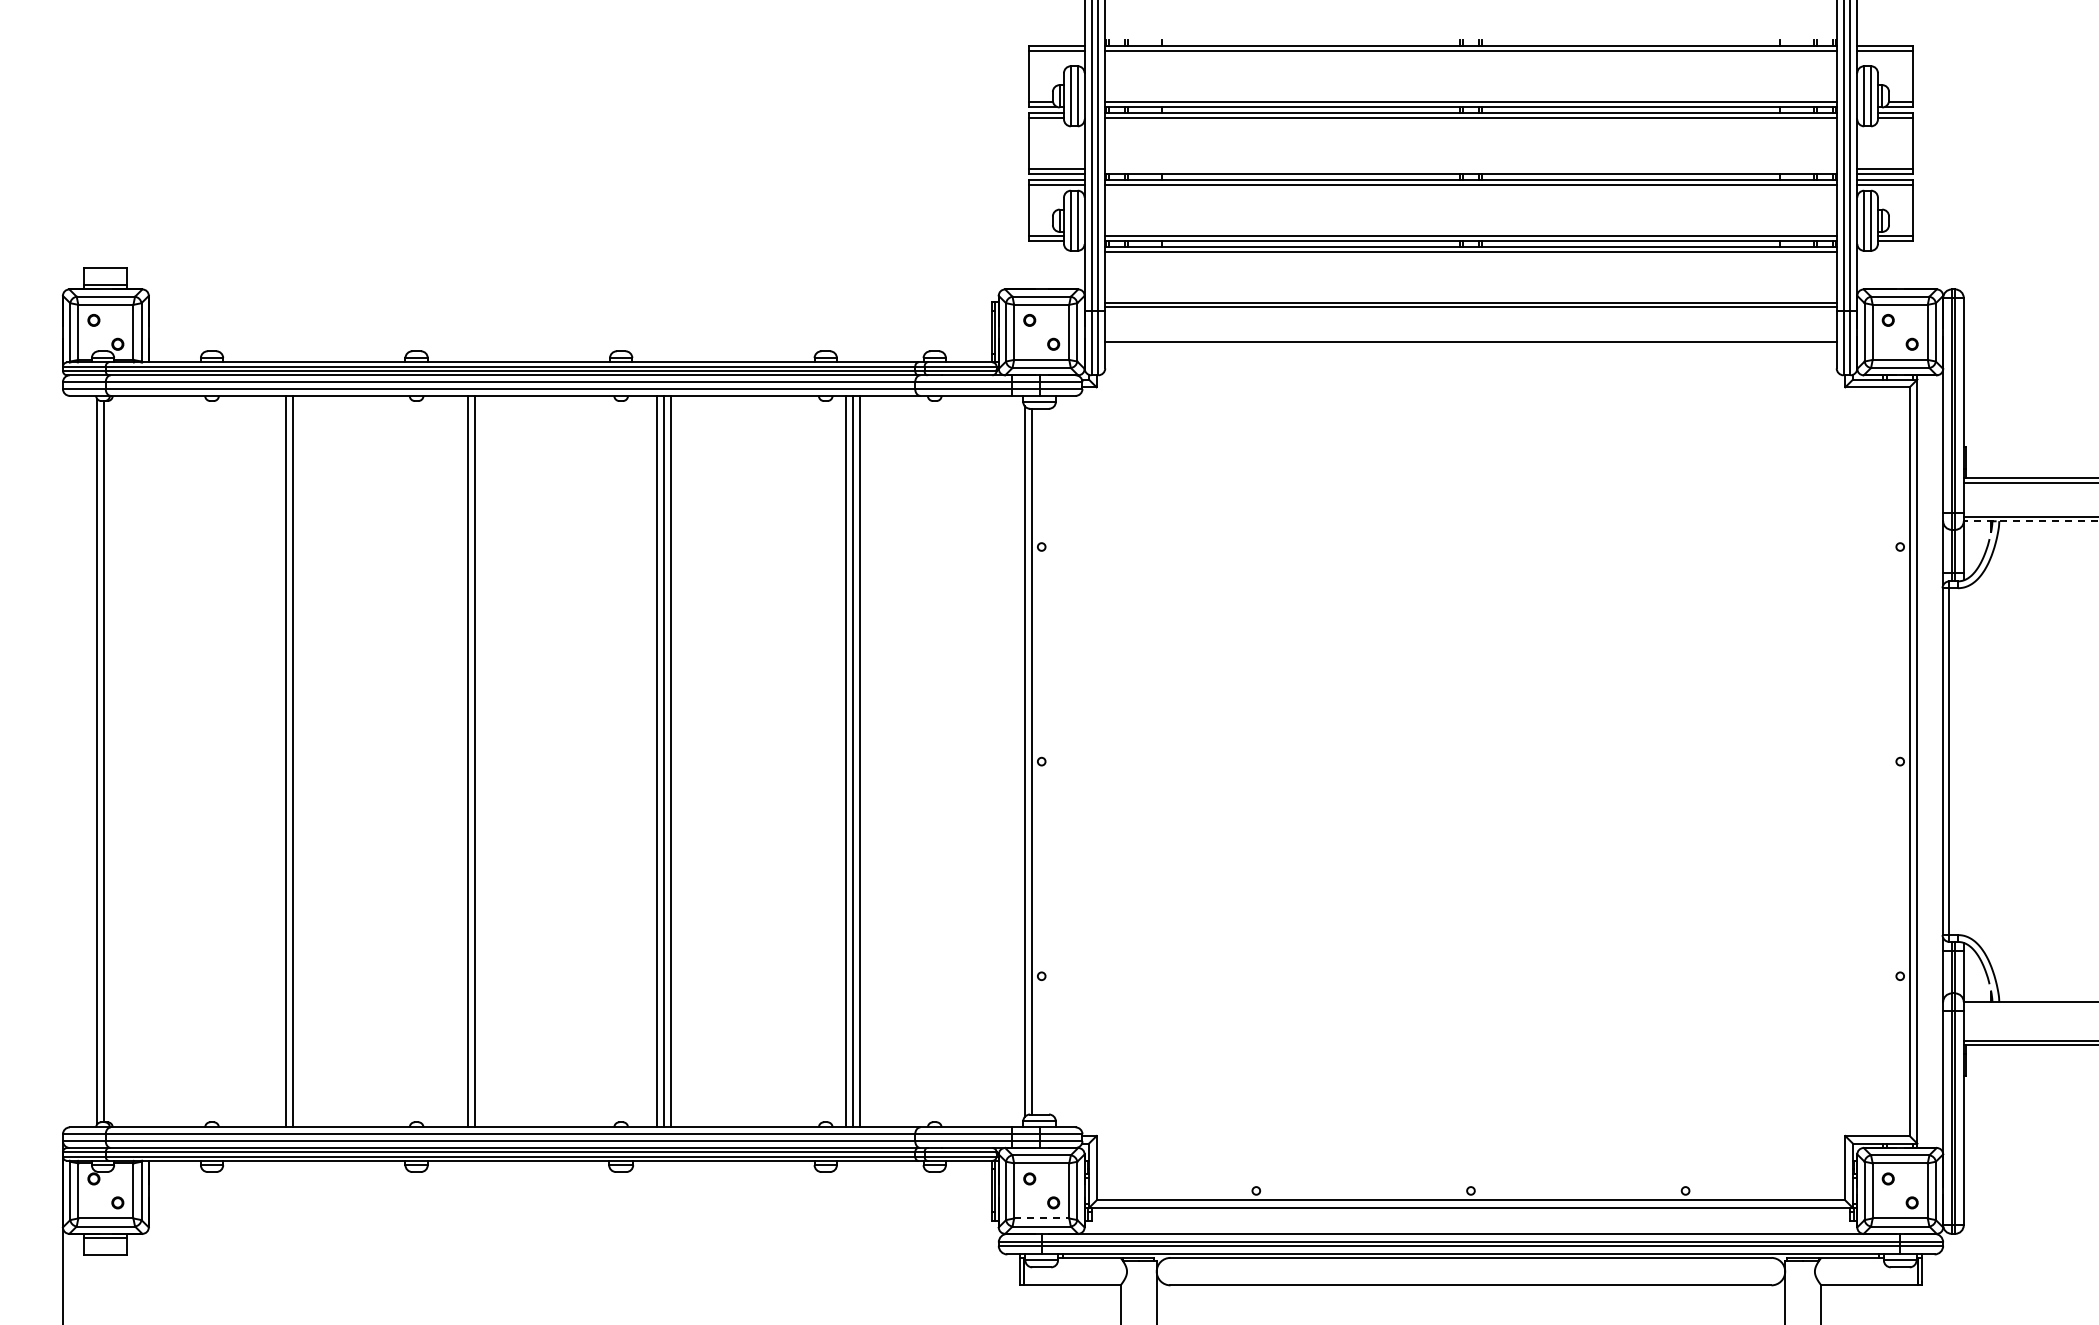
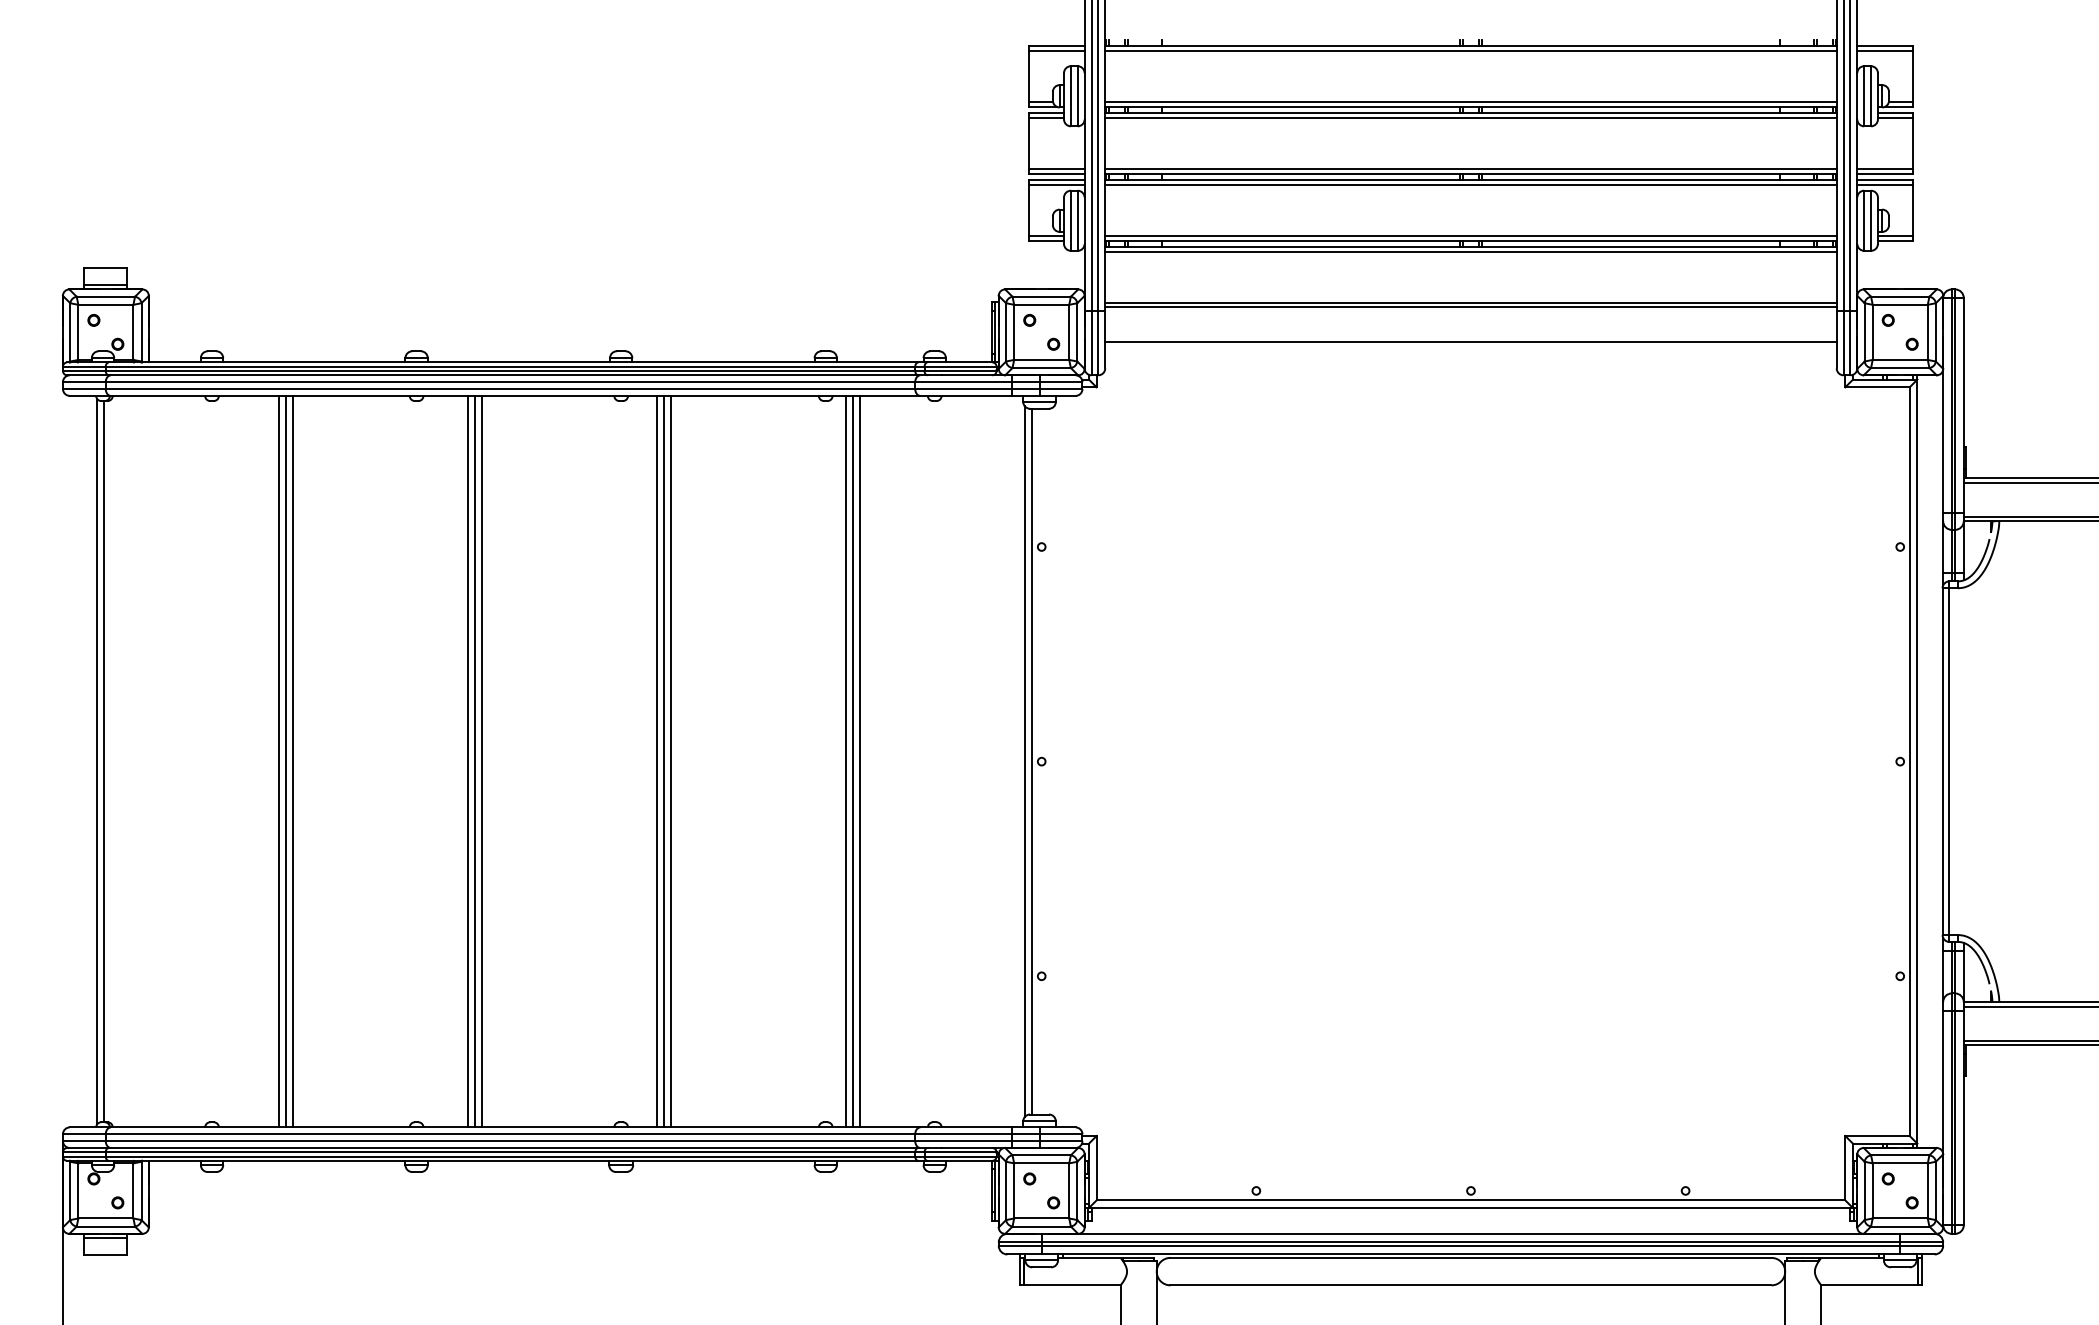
line at (1470, 169): none -> present
line at (2030, 521): dashed -> solid
line at (279, 761): none -> present
line at (481, 761): none -> present
line at (2029, 1006): none -> present
line at (1041, 1218): dashed -> solid
